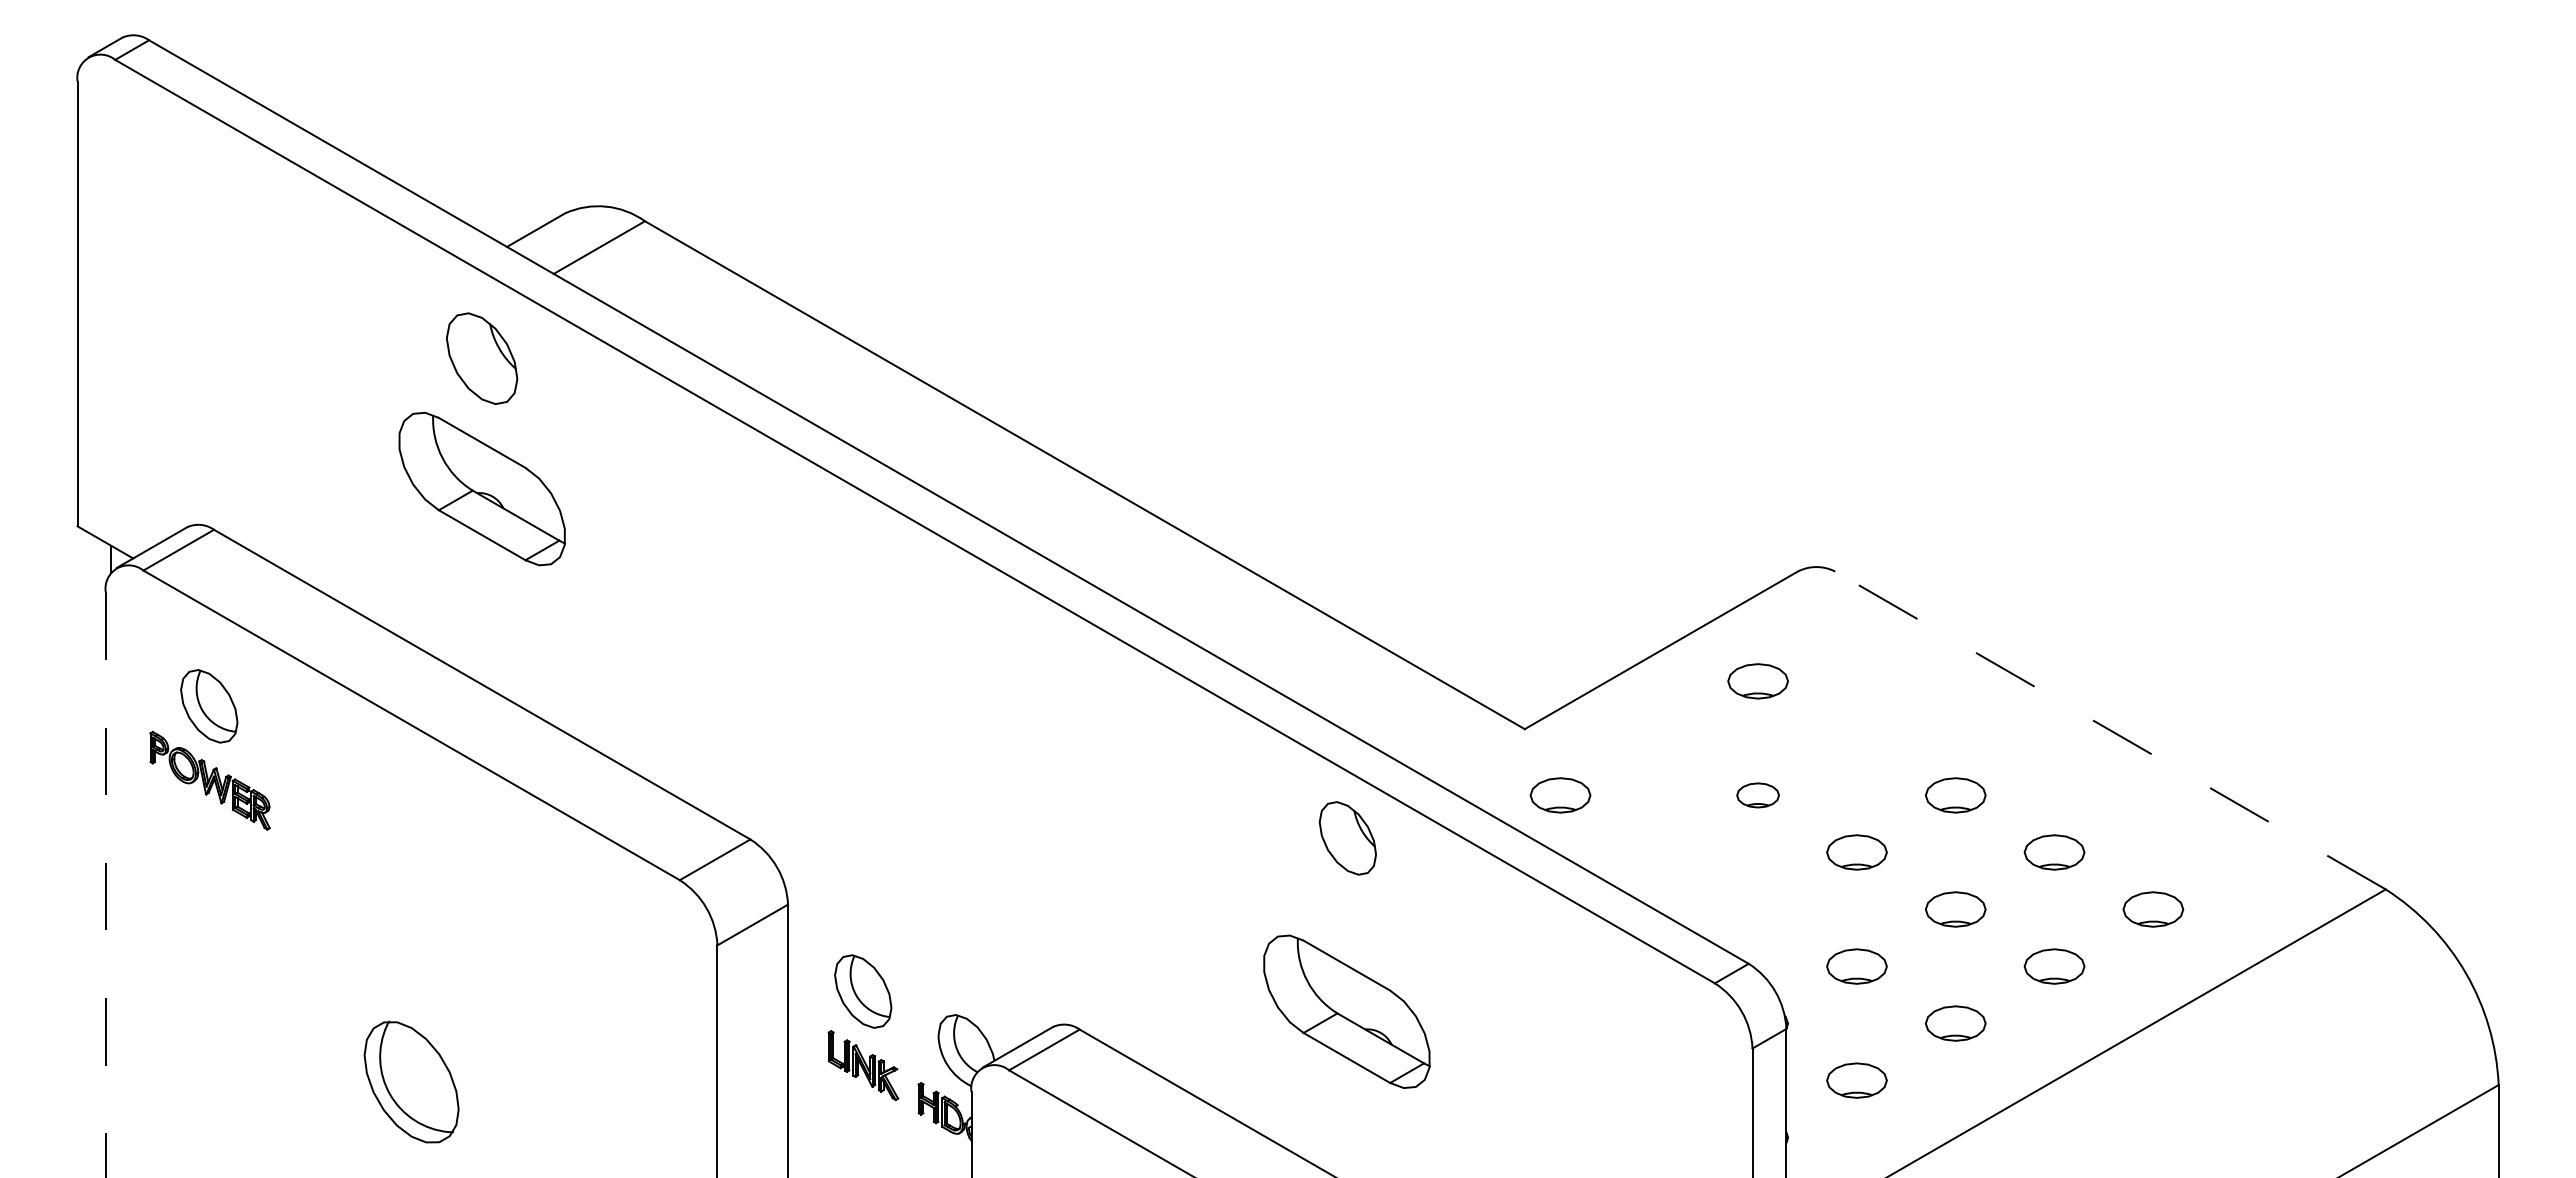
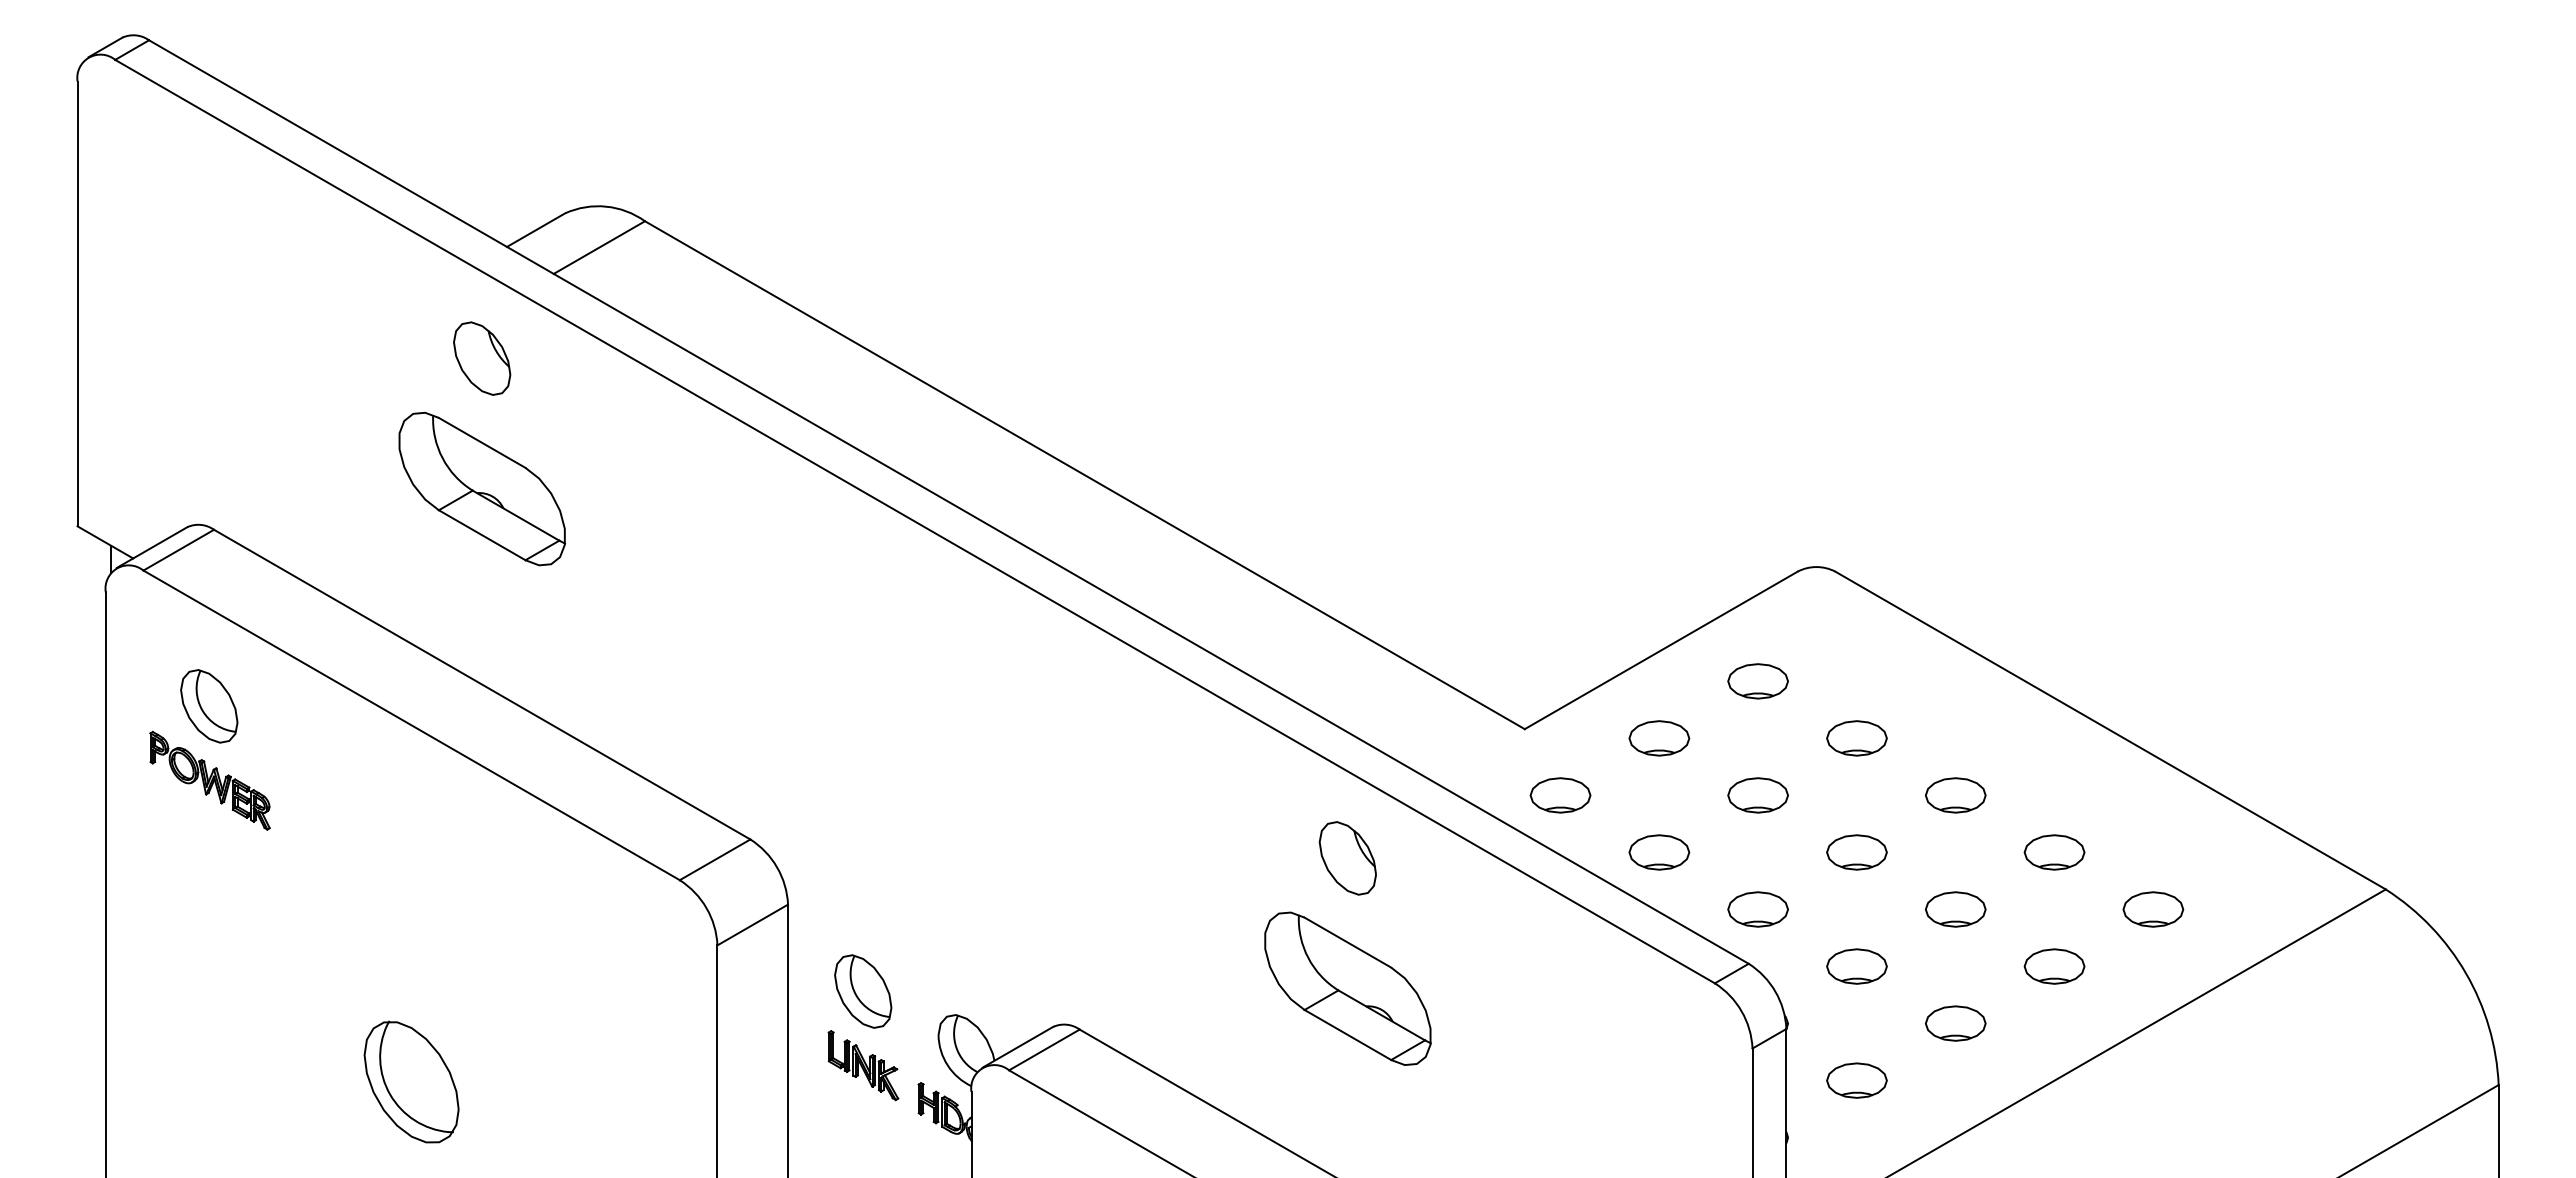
part at (482, 358) size: 73x93 px -> 59x75 px
line at (2110, 730): dashed -> solid
part at (1659, 738): none -> present
part at (1856, 738): none -> present
part at (1757, 795) size: 44x27 px -> 62x37 px
part at (1347, 838) position: (1347, 838) -> (1347, 858)
part at (1659, 852): none -> present
line at (105, 885): dashed -> solid
part at (1757, 909): none -> present
part at (1346, 1011) position: (1346, 1011) -> (1347, 988)
